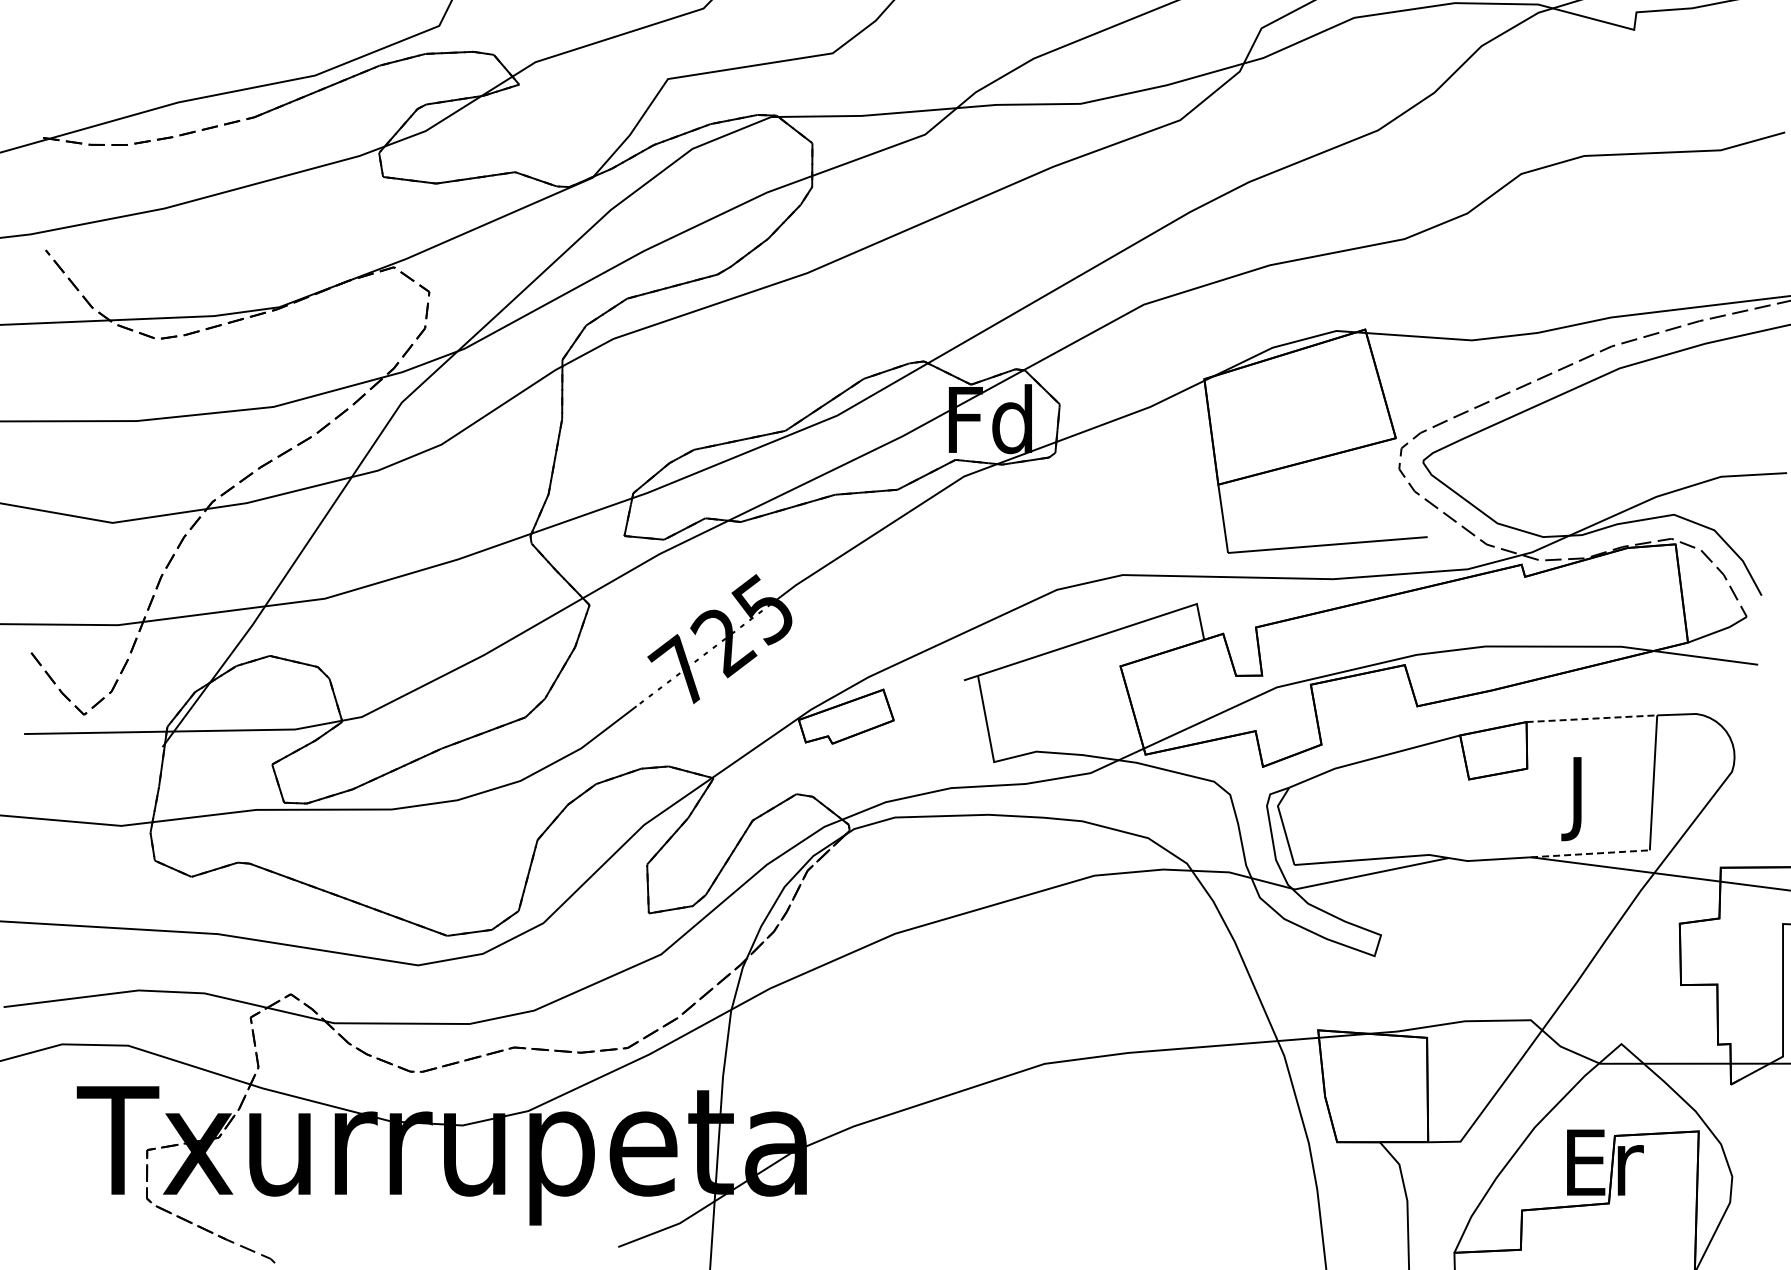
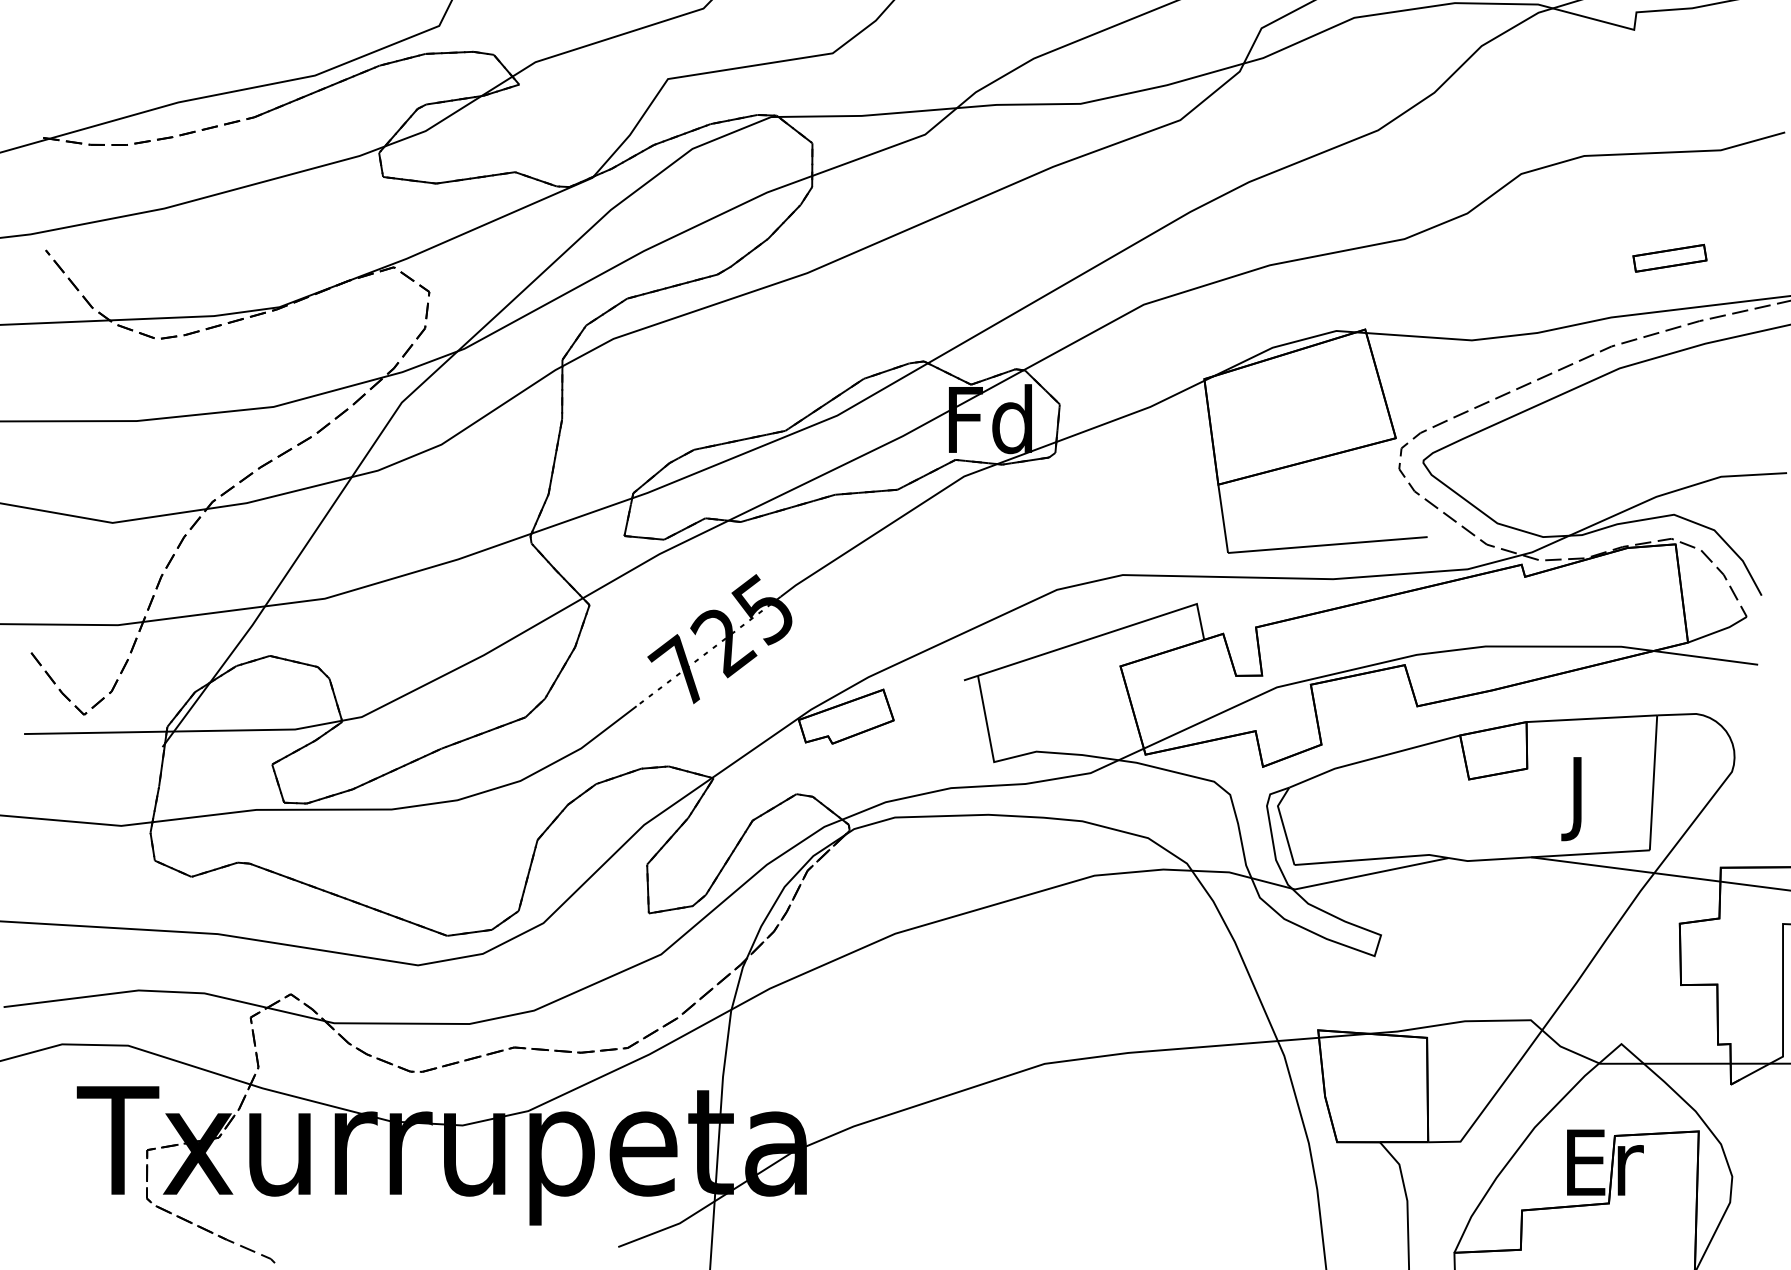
part at (1669, 257): none -> present
line at (1592, 718): dashed -> solid
line at (1590, 853): dashed -> solid
